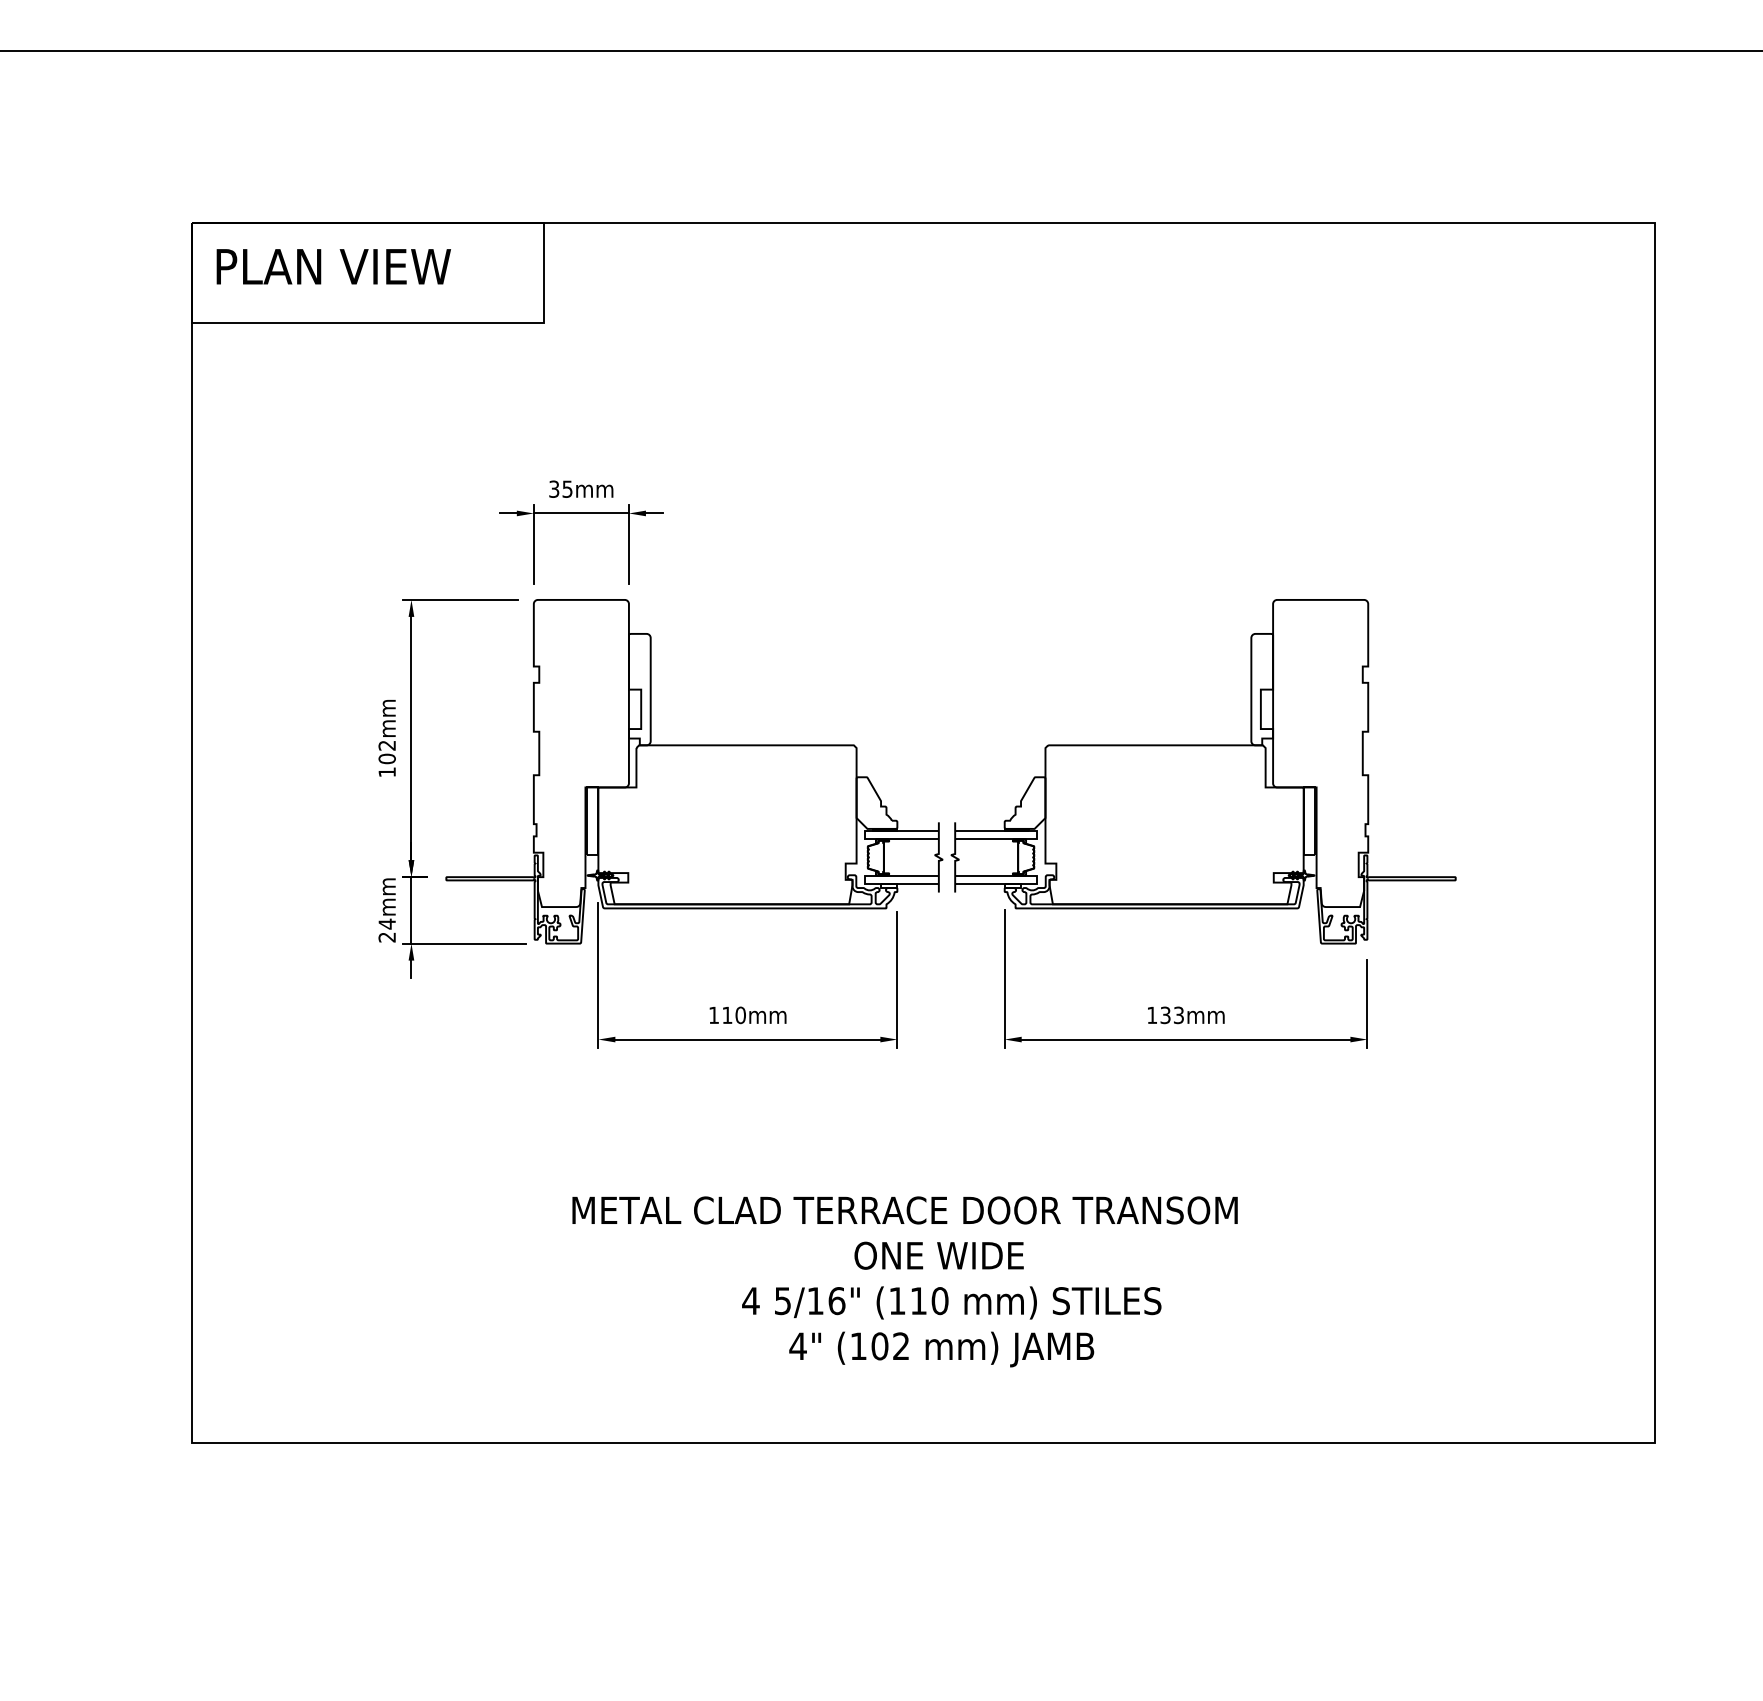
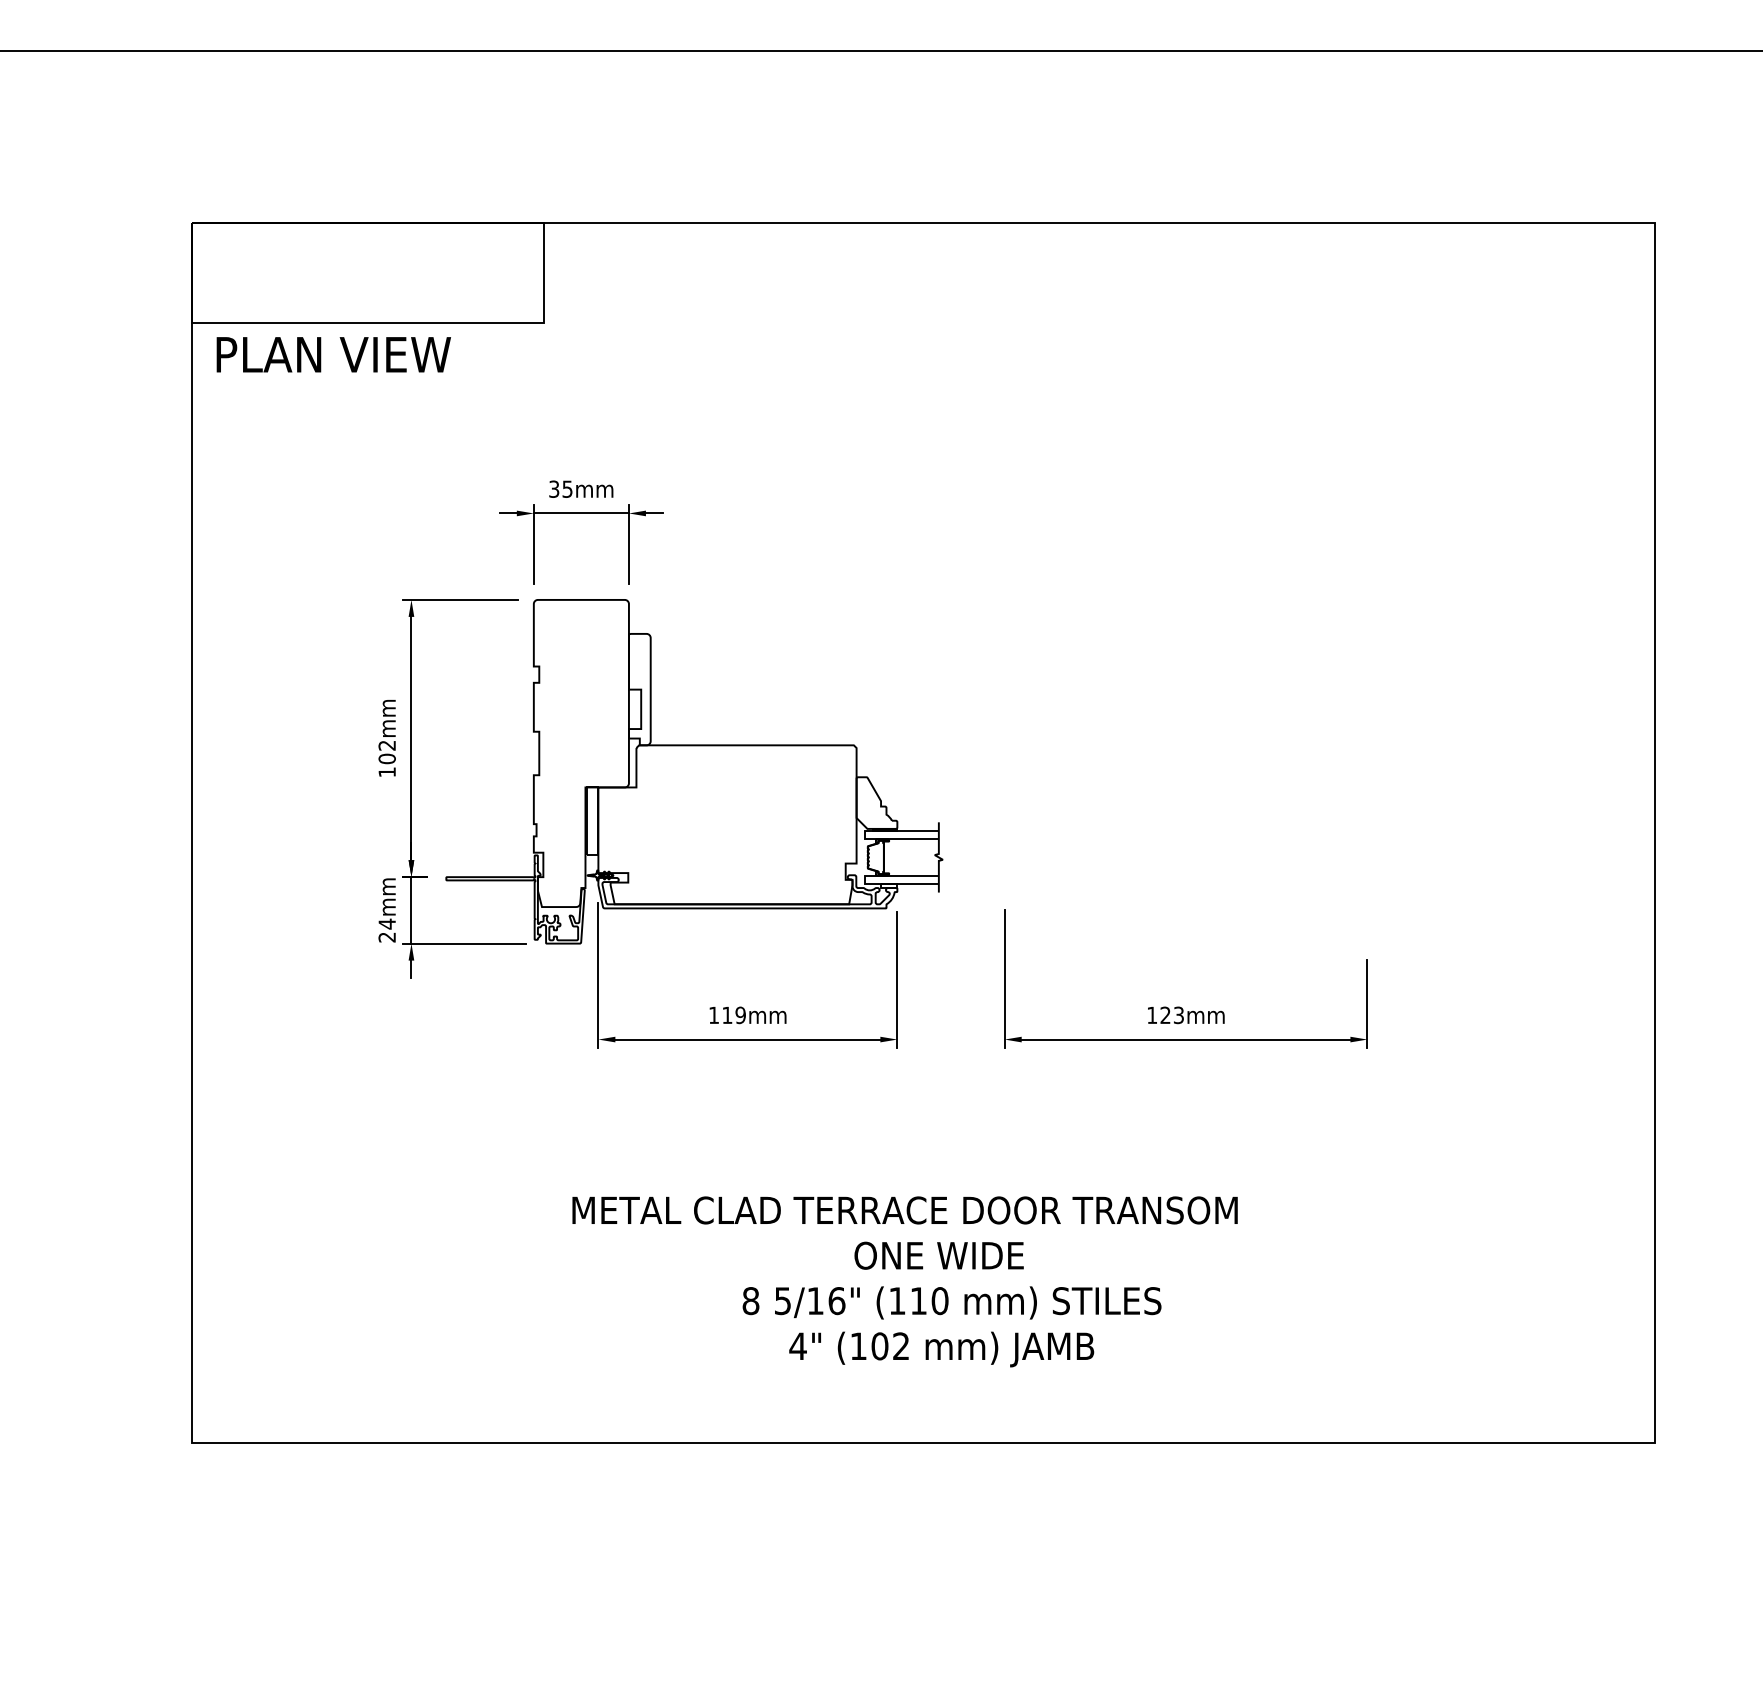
text at (333, 266) position: (333, 266) -> (333, 354)
part at (1203, 771): present -> none
text at (740, 1015): 110mm -> 119mm
text at (1165, 1015): 133mm -> 123mm
text at (750, 1301): 4 -> 8
